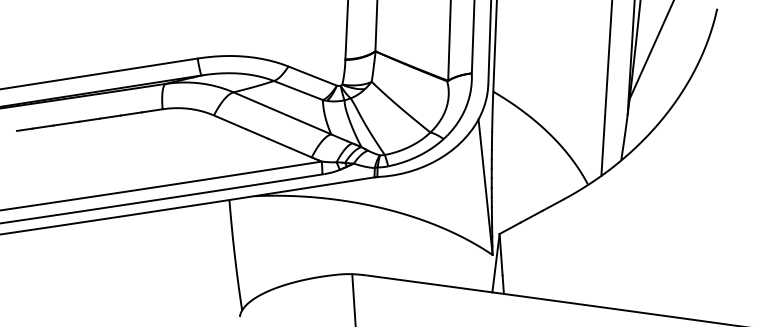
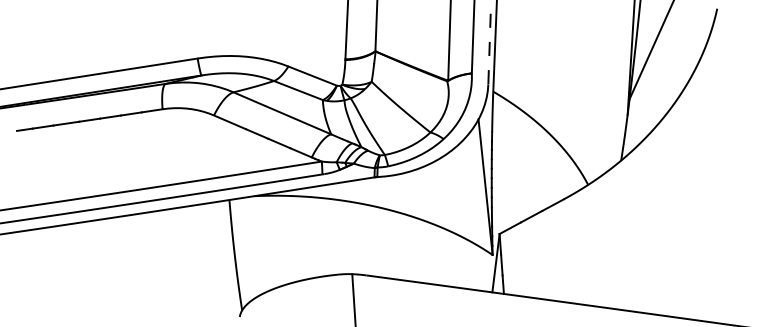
line at (489, 42): solid -> dashed
line at (606, 88): present -> none
